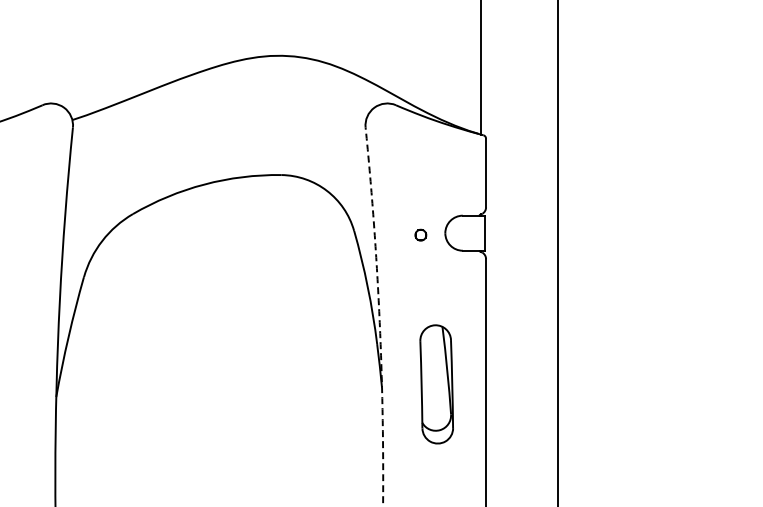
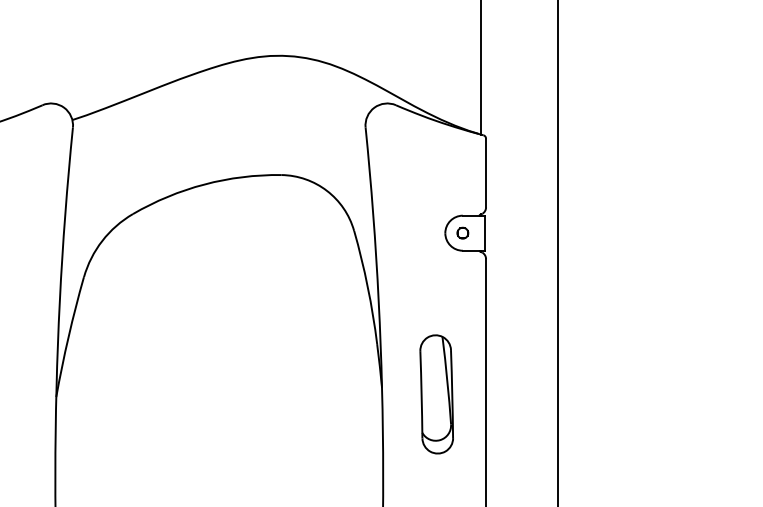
part at (420, 234) position: (420, 234) -> (462, 232)
arc at (379, 316): dashed -> solid
part at (436, 384) position: (436, 384) -> (436, 394)
